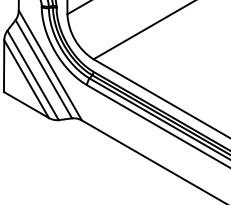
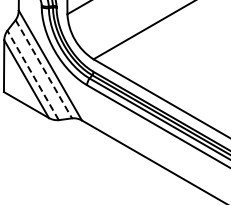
line at (43, 69): solid -> dashed
line at (33, 75): solid -> dashed
